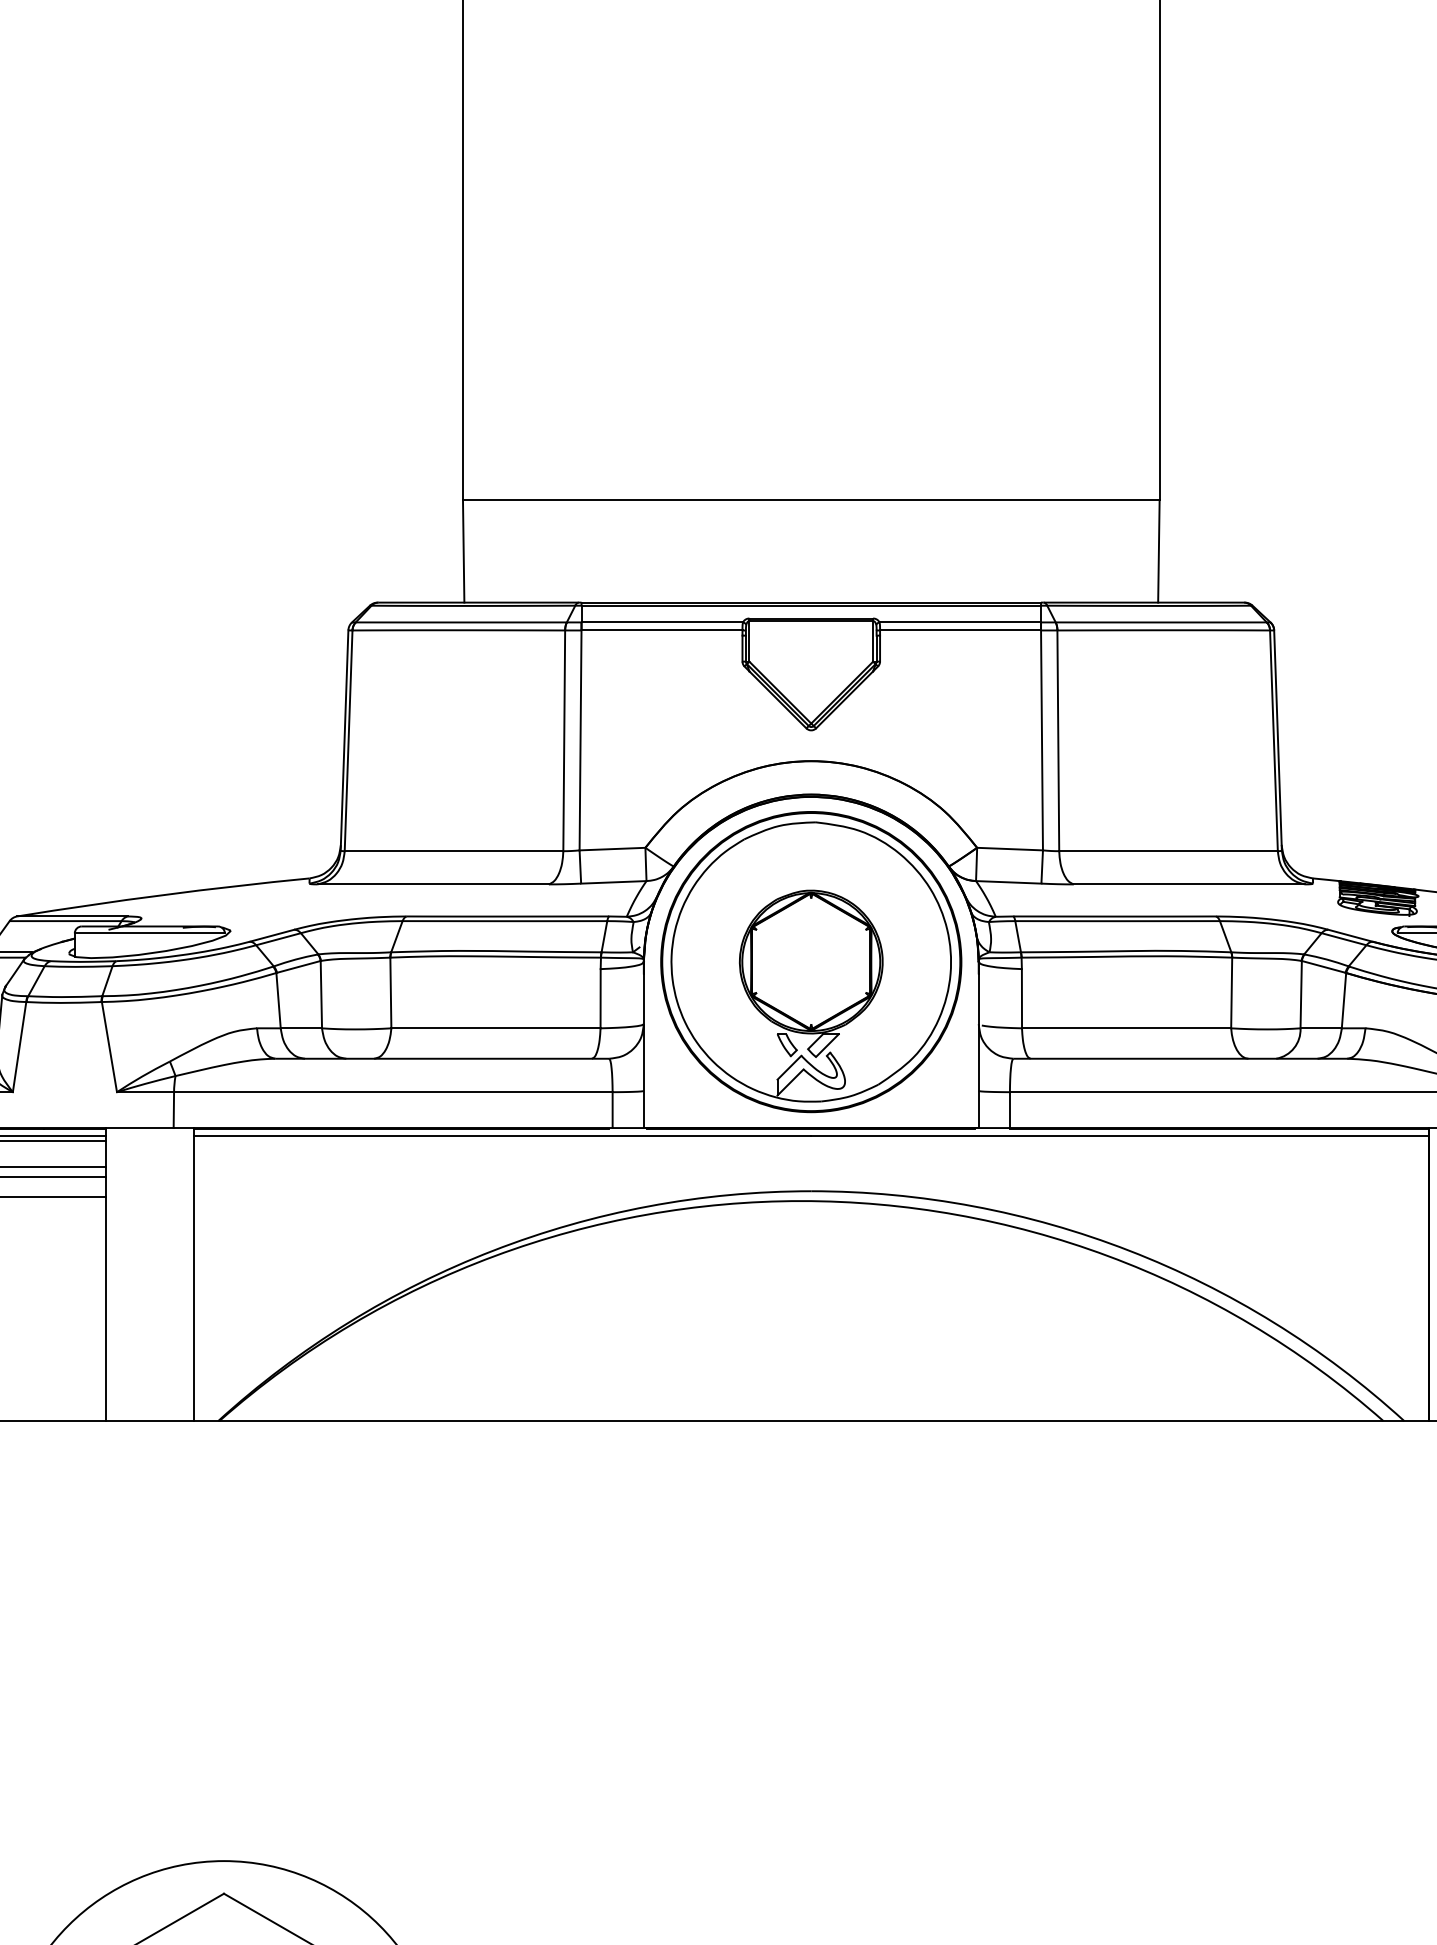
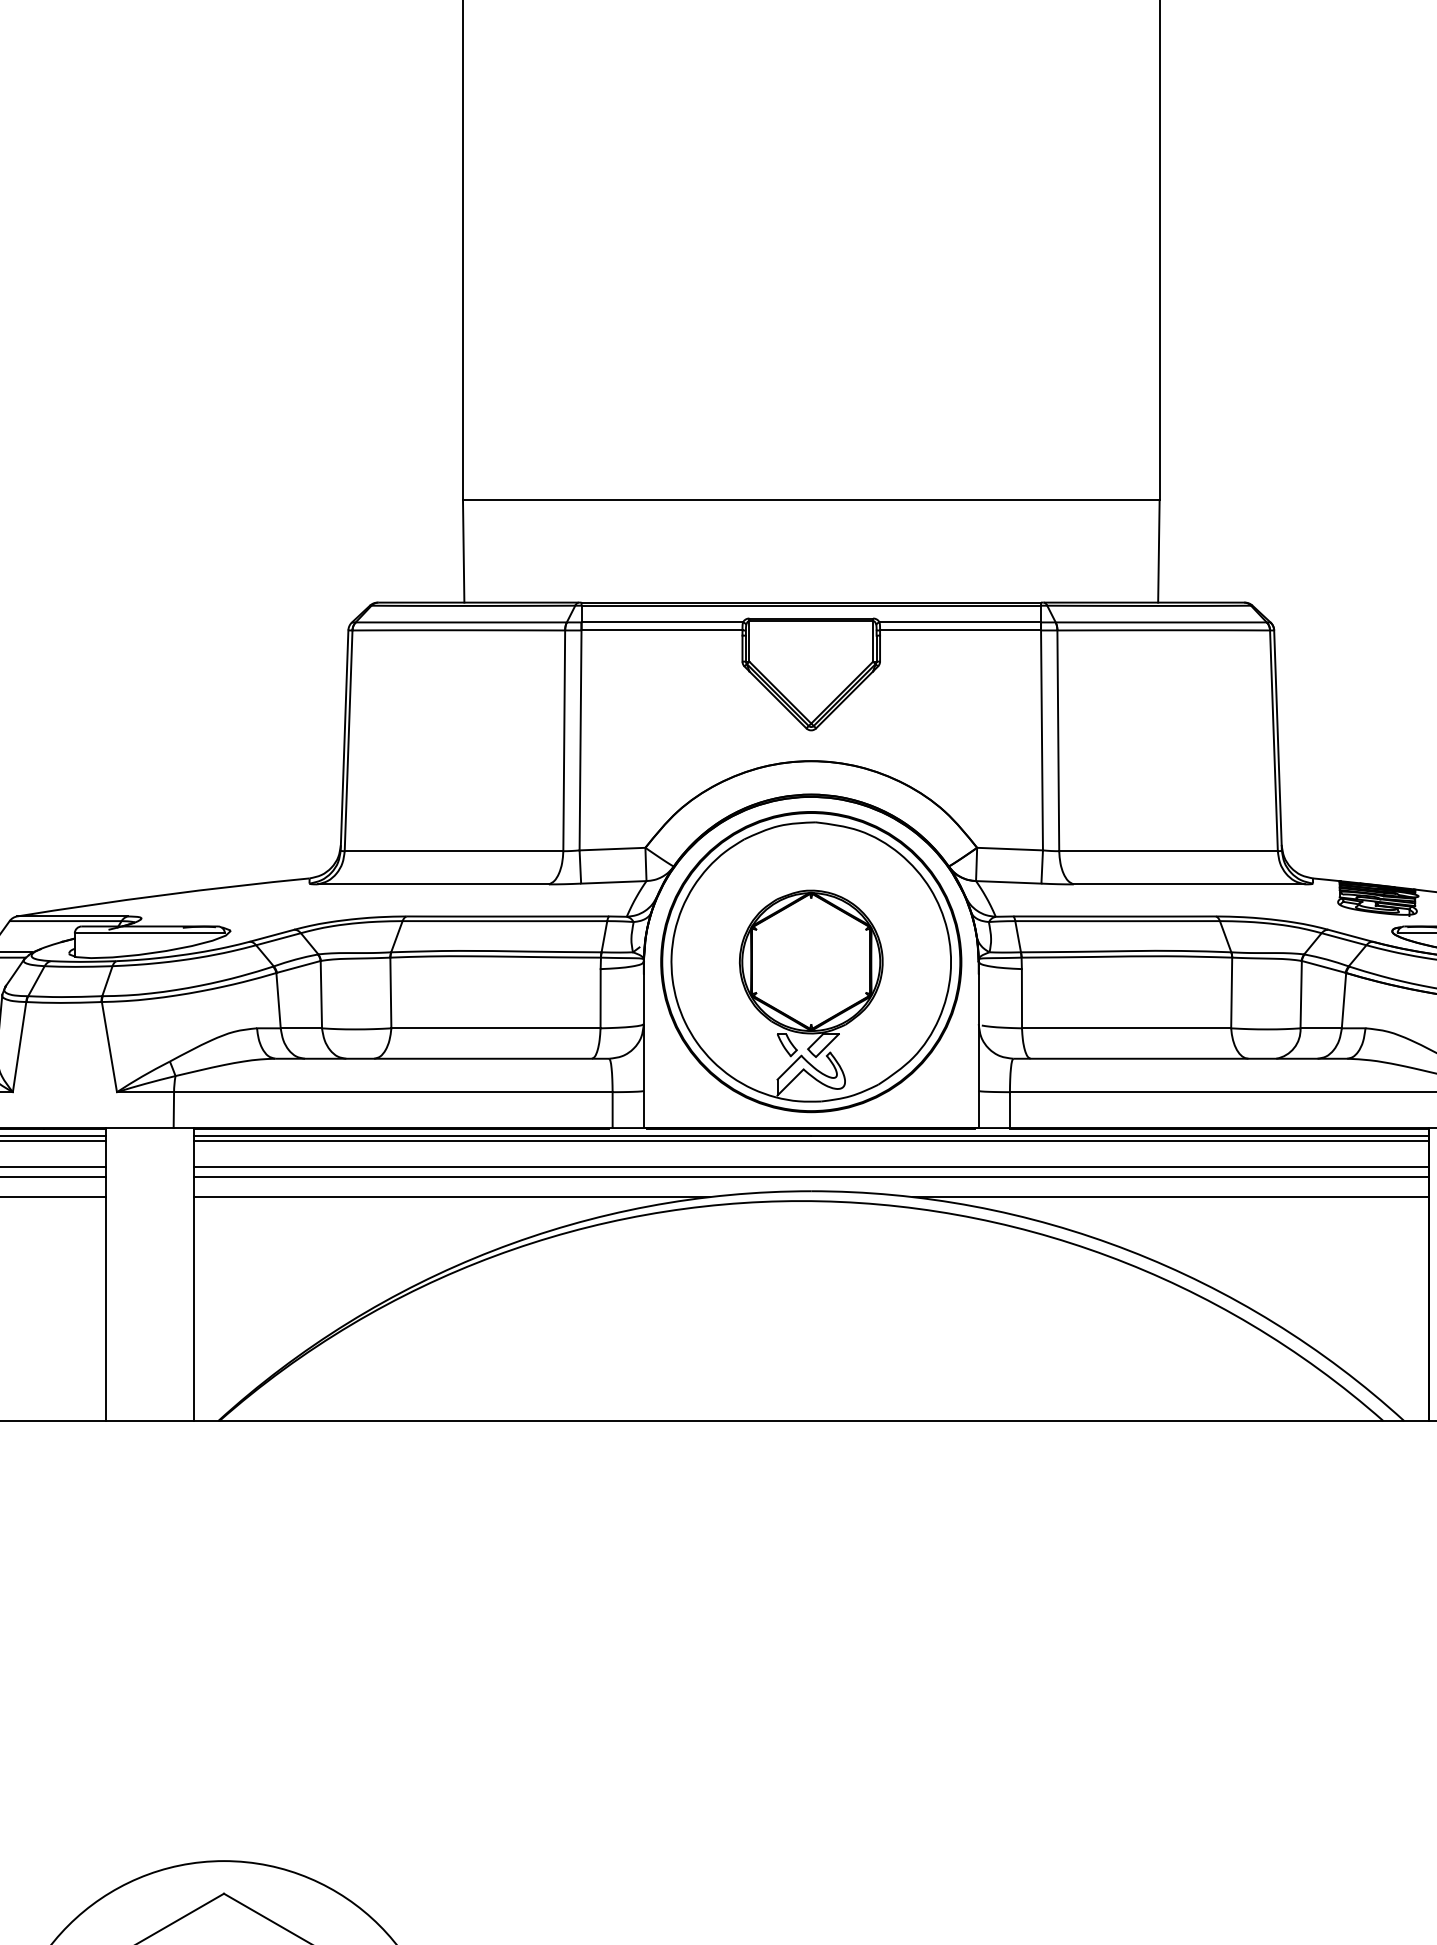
line at (810, 1140): none -> present
line at (810, 1167): none -> present
line at (810, 1176): none -> present
line at (451, 1197): none -> present
line at (1170, 1197): none -> present
